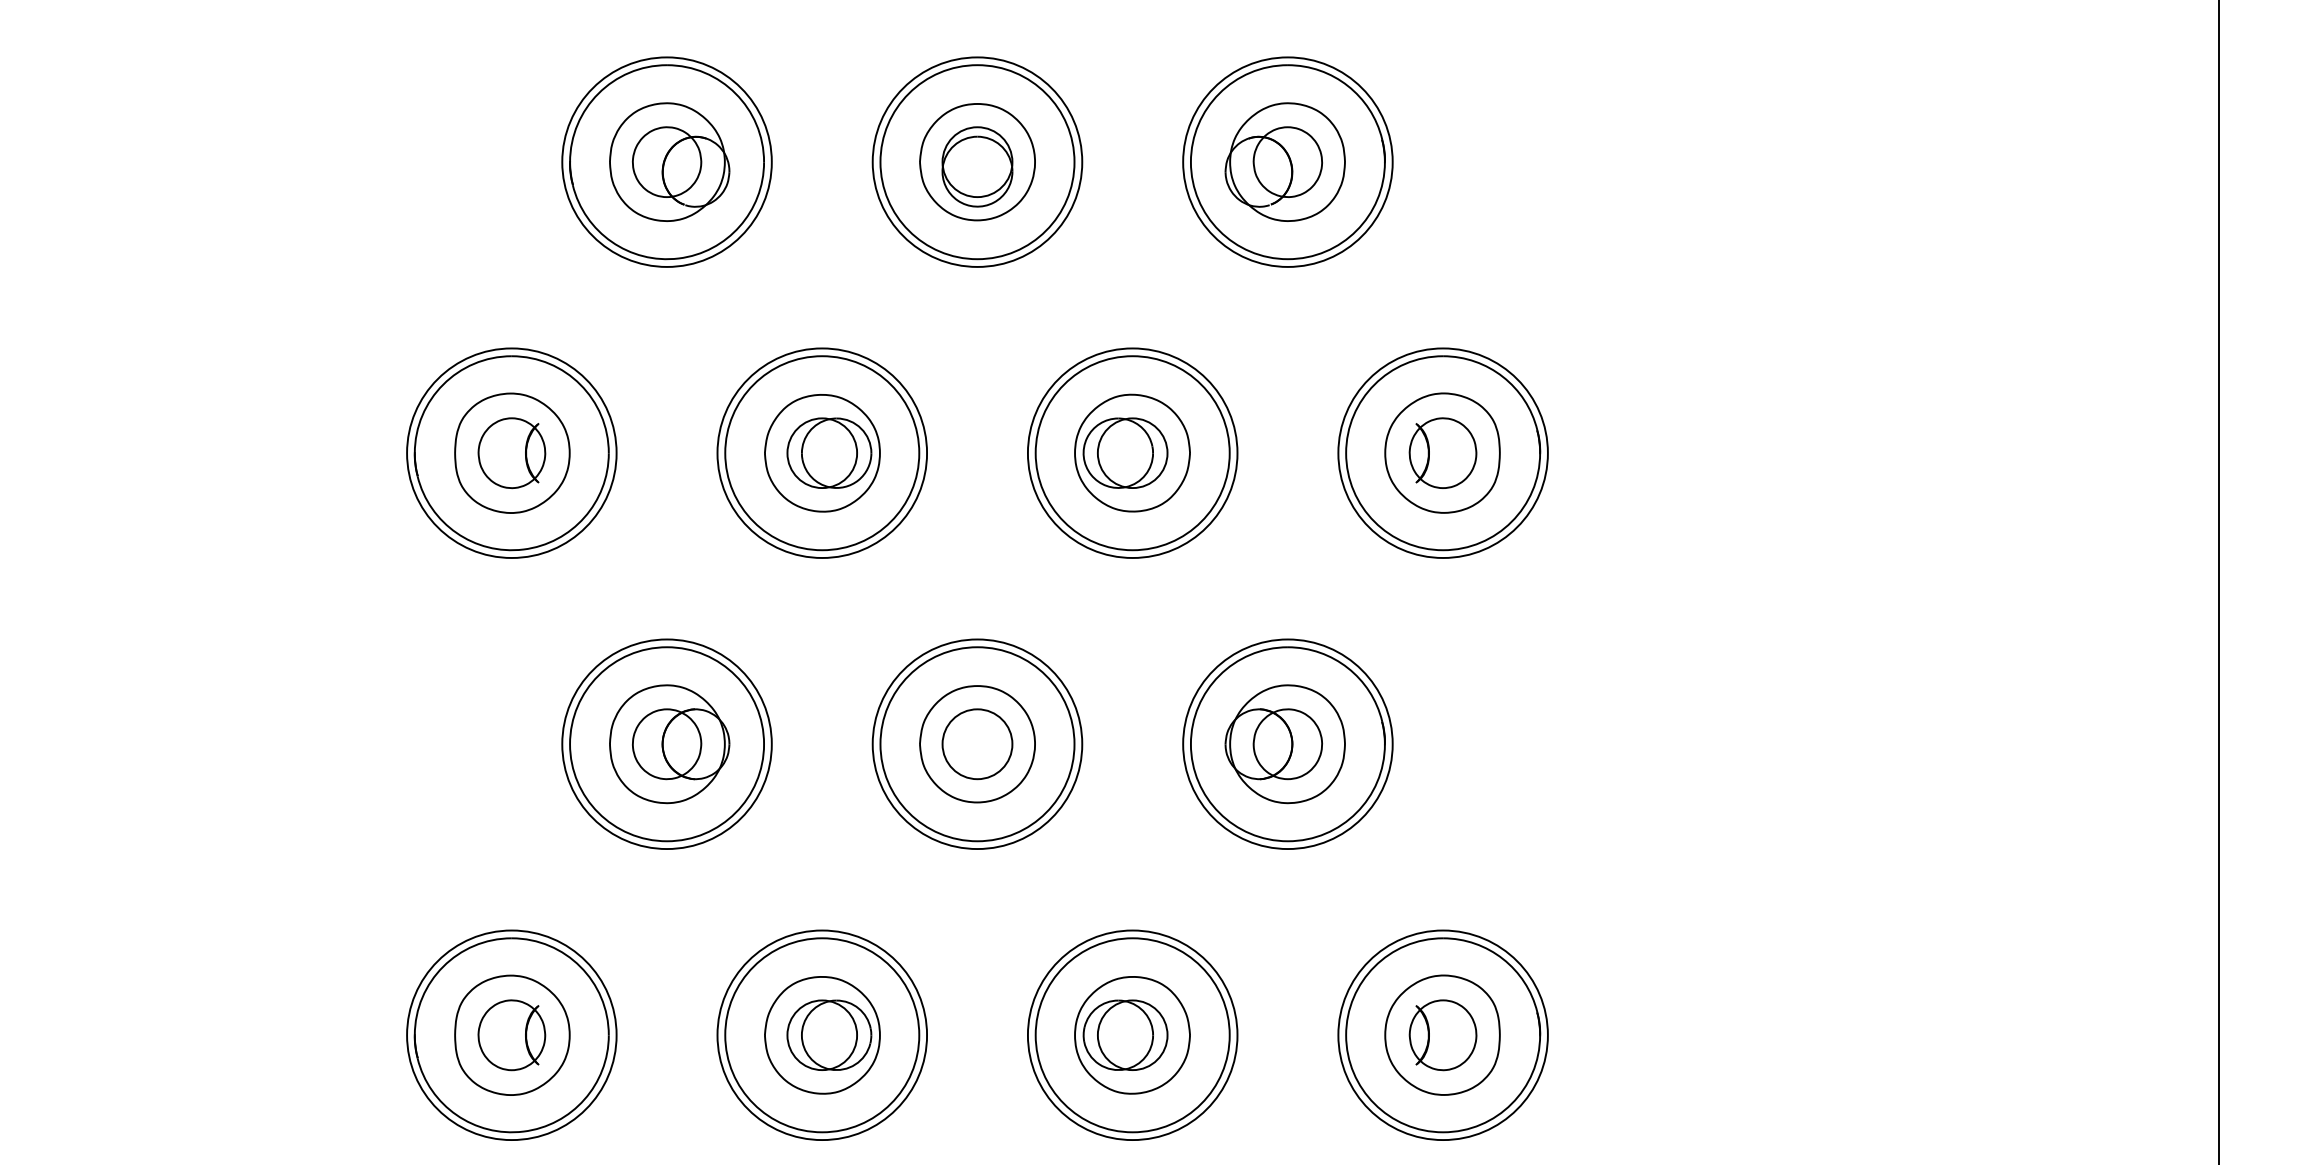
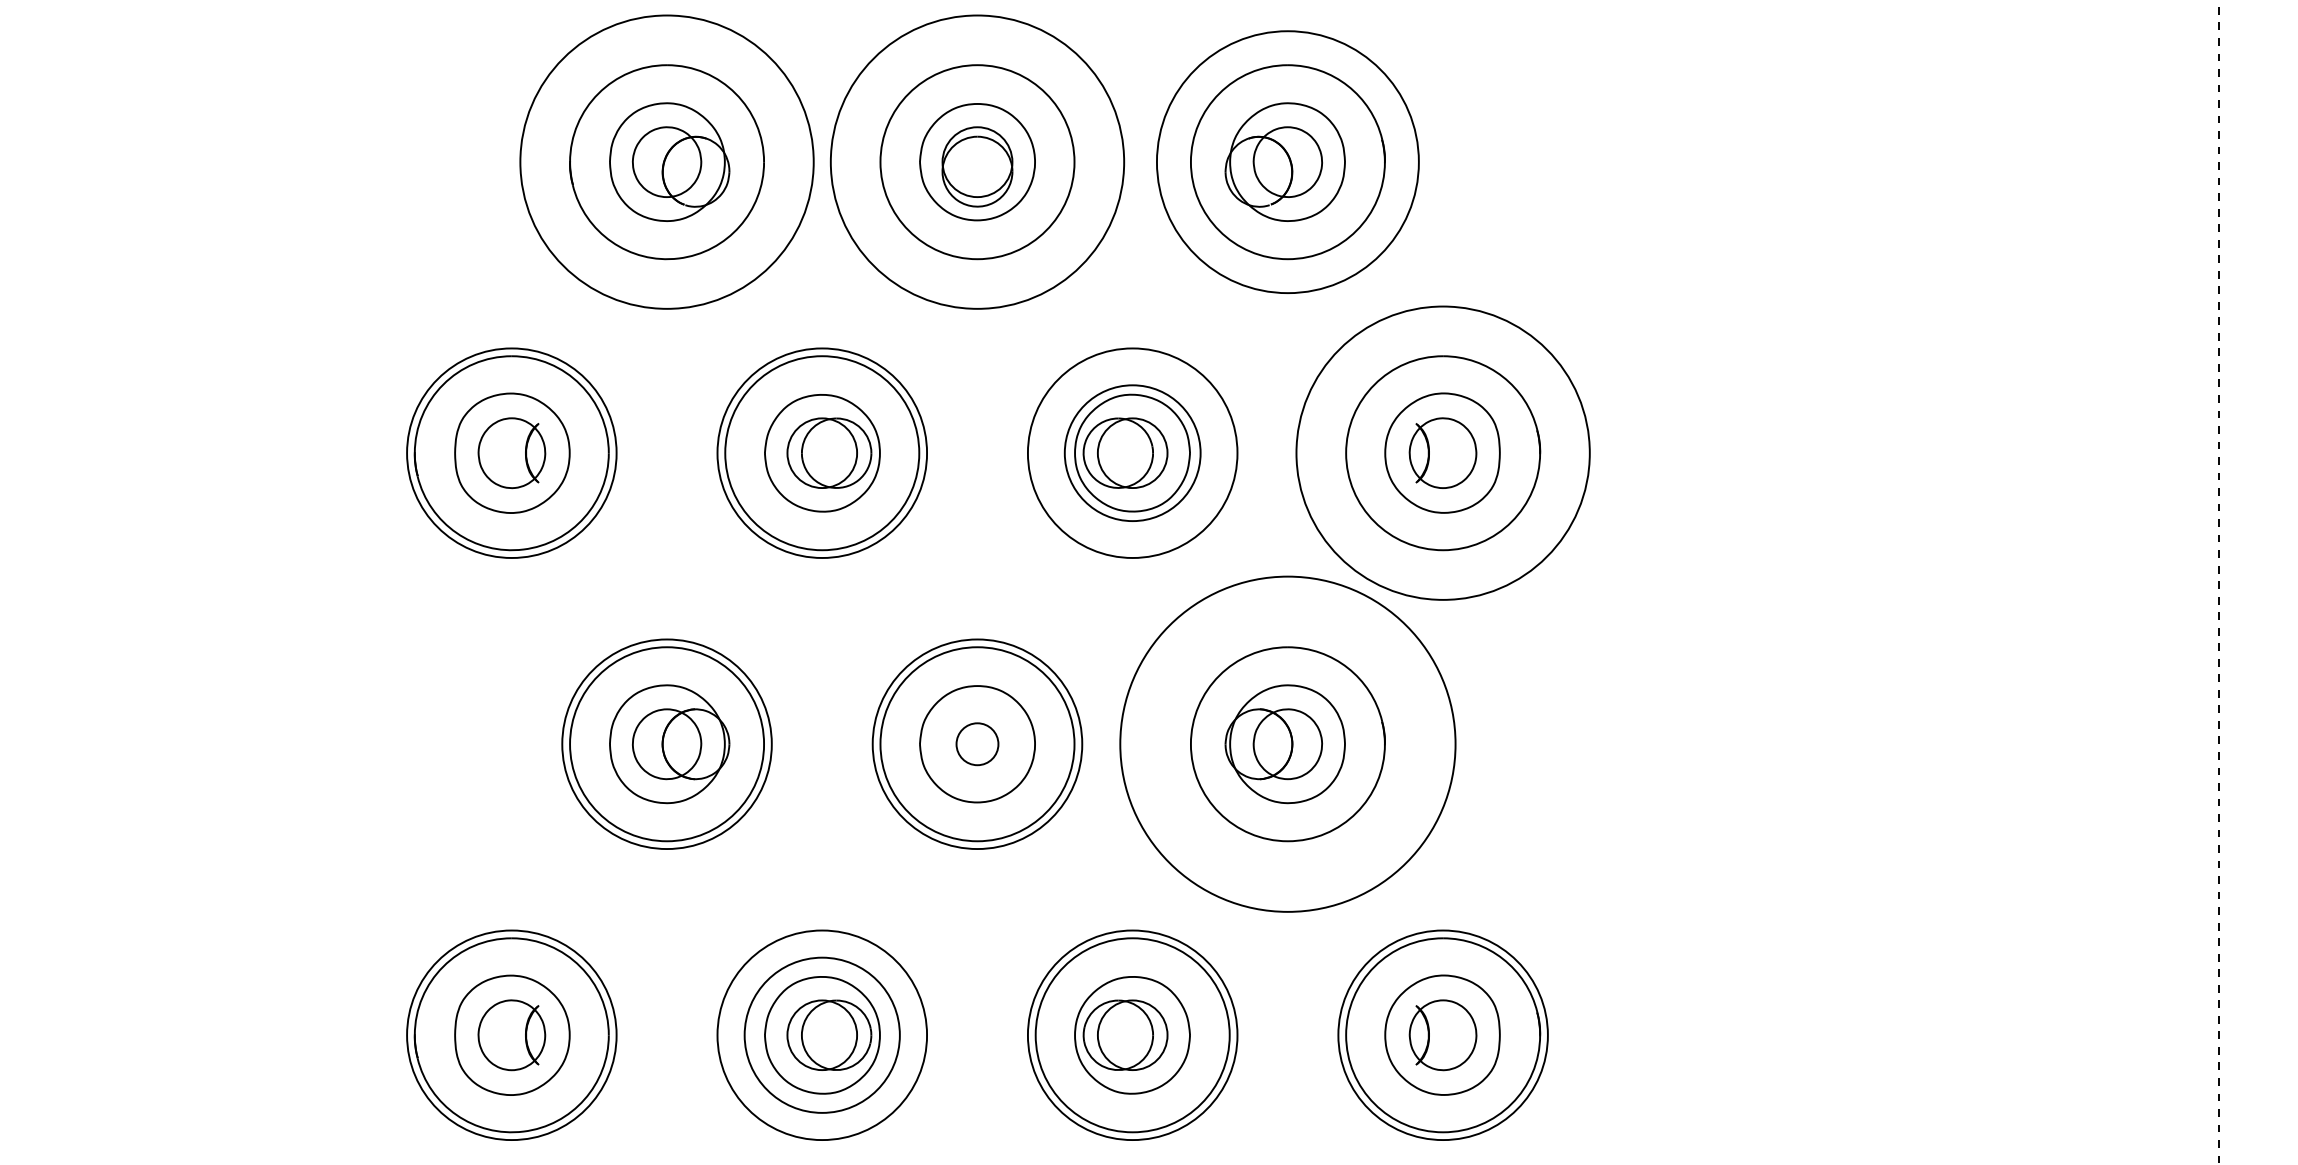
circle at (666, 161) diameter: 210 px -> 293 px
circle at (977, 161) diameter: 210 px -> 293 px
circle at (1287, 161) diameter: 210 px -> 262 px
circle at (1442, 452) diameter: 210 px -> 293 px
circle at (1132, 453) diameter: 194 px -> 136 px
line at (2219, 582): solid -> dashed
circle at (977, 744) diameter: 70 px -> 42 px
circle at (1287, 744) diameter: 210 px -> 335 px
circle at (822, 1035) diameter: 194 px -> 155 px
